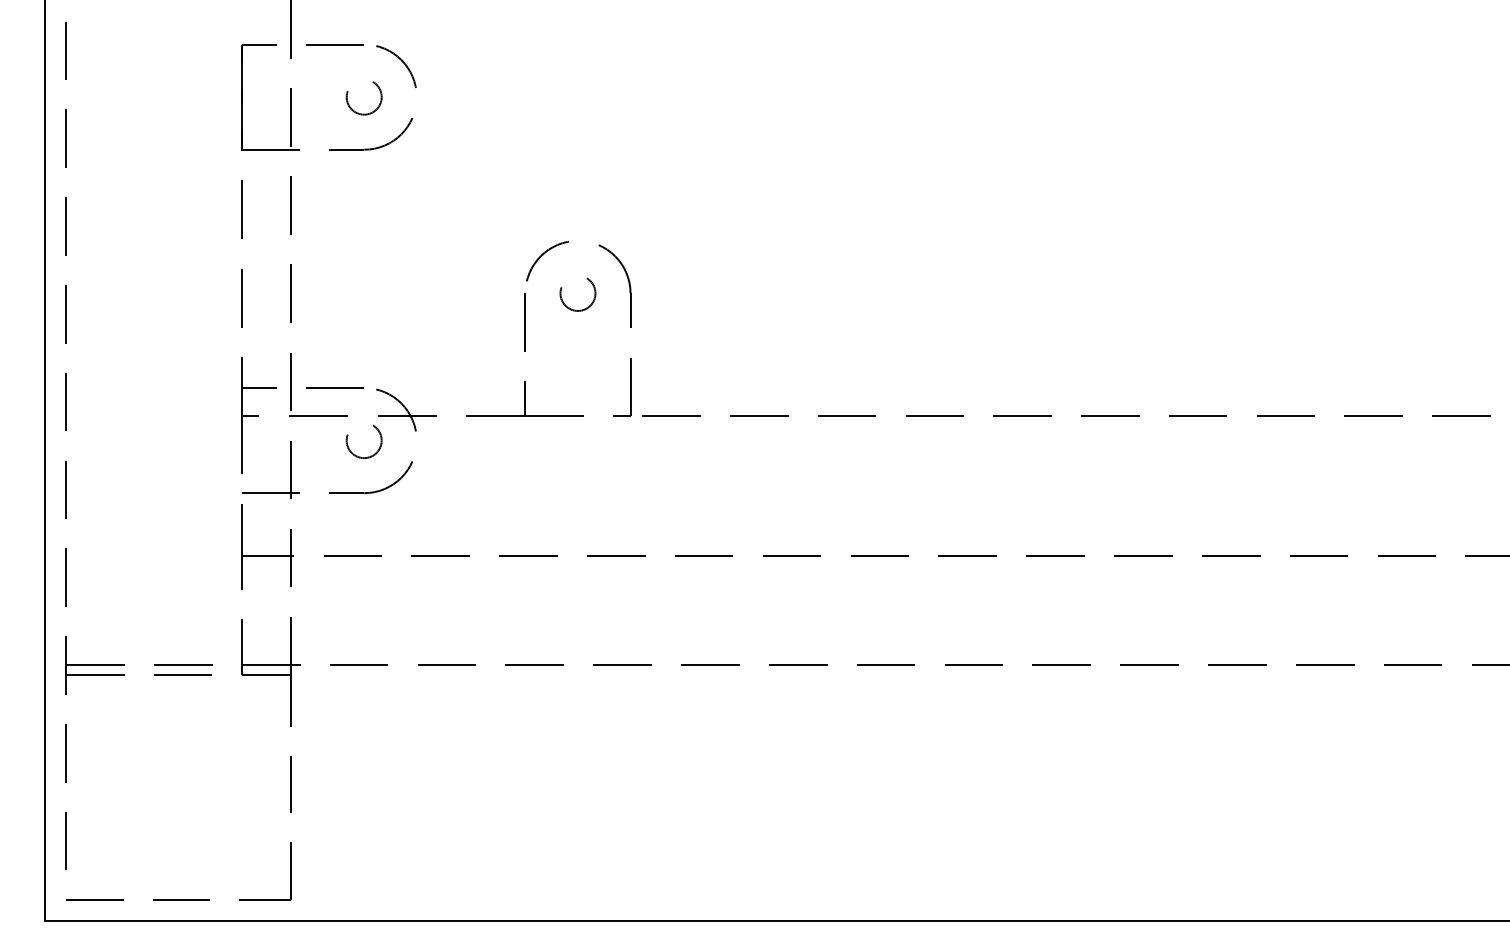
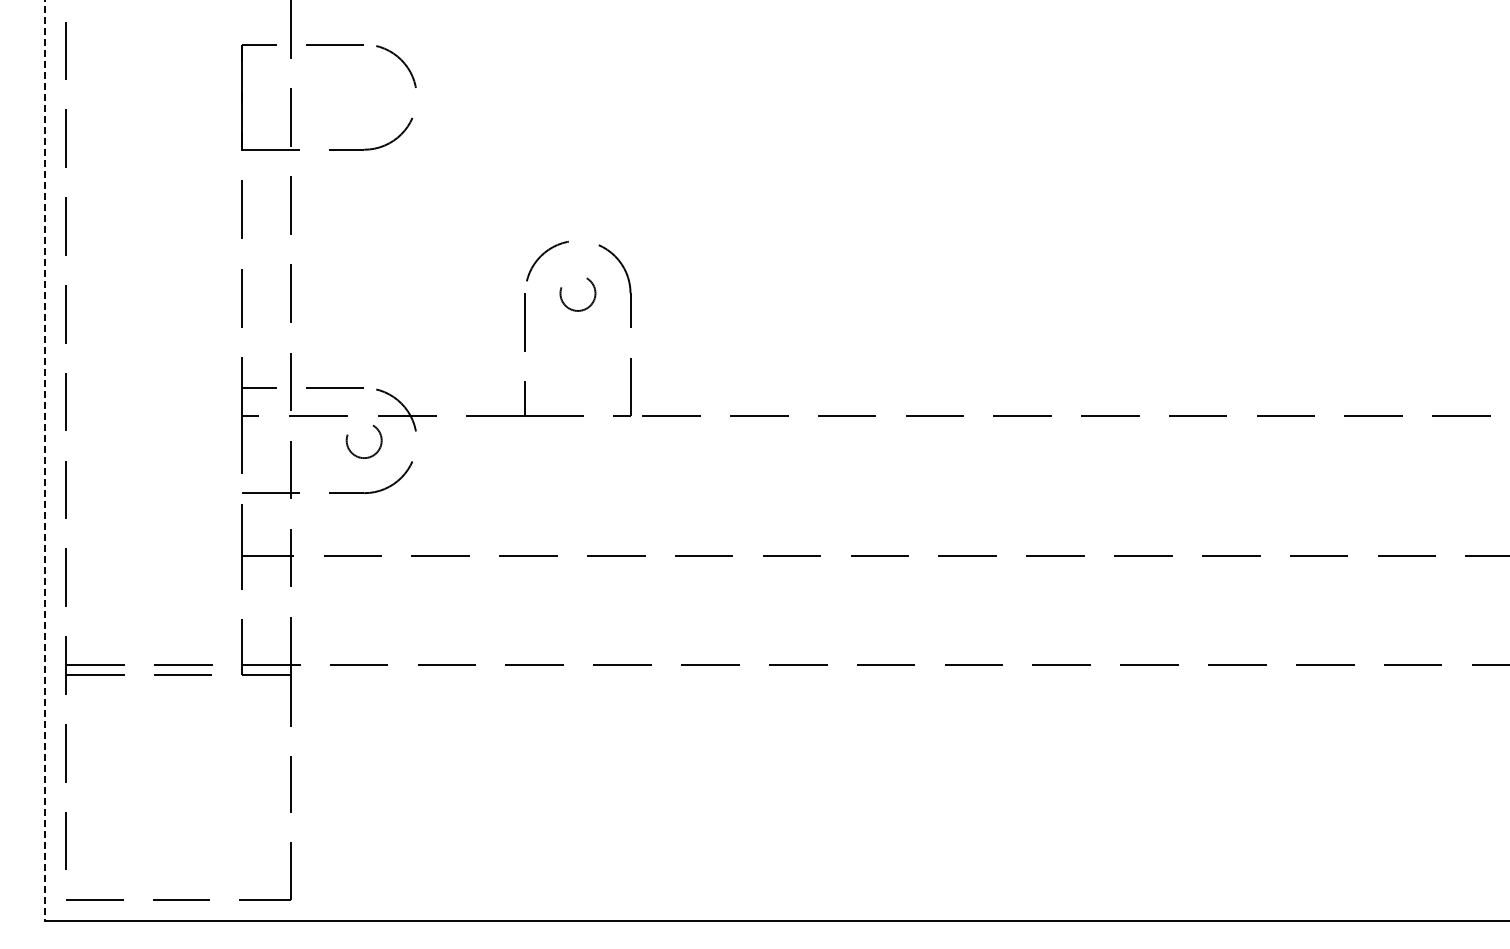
circle at (363, 98): present -> none
line at (45, 460): solid -> dashed
